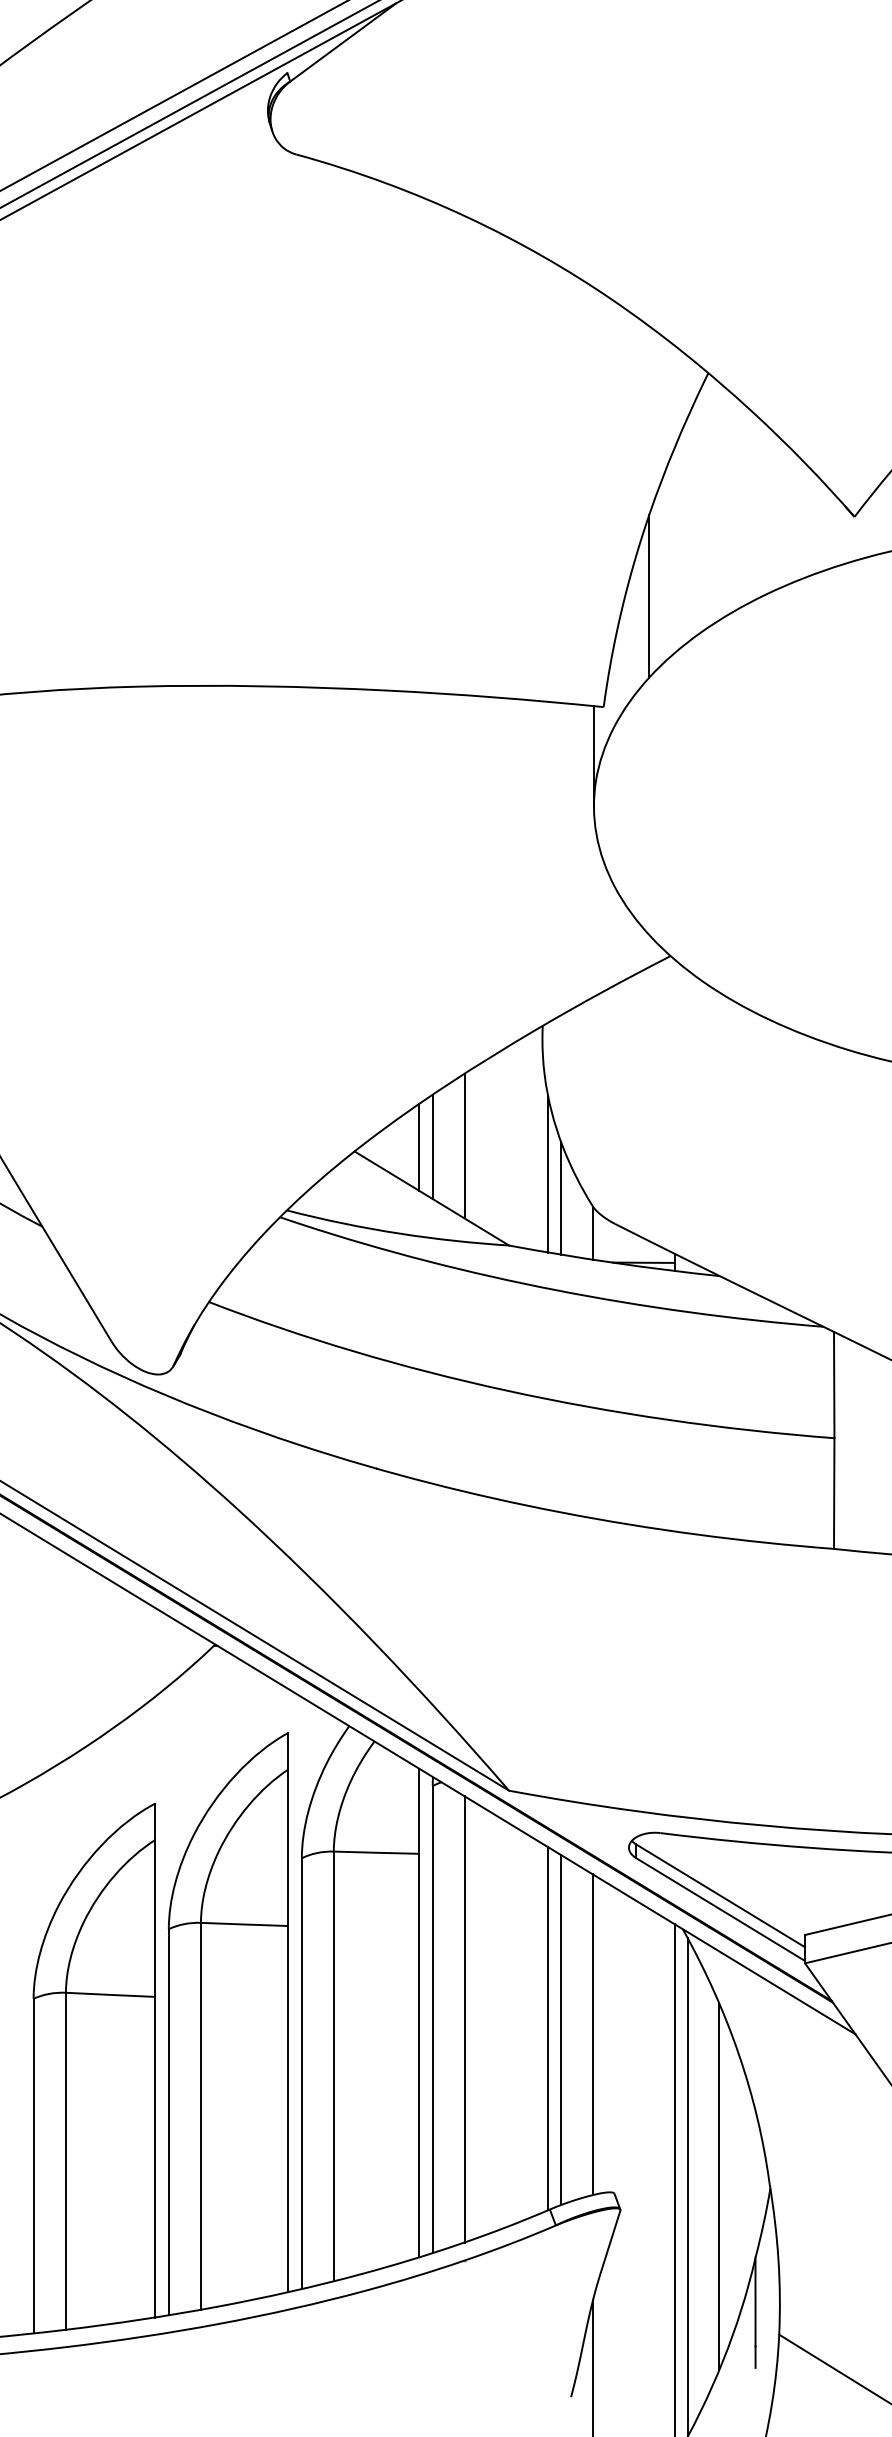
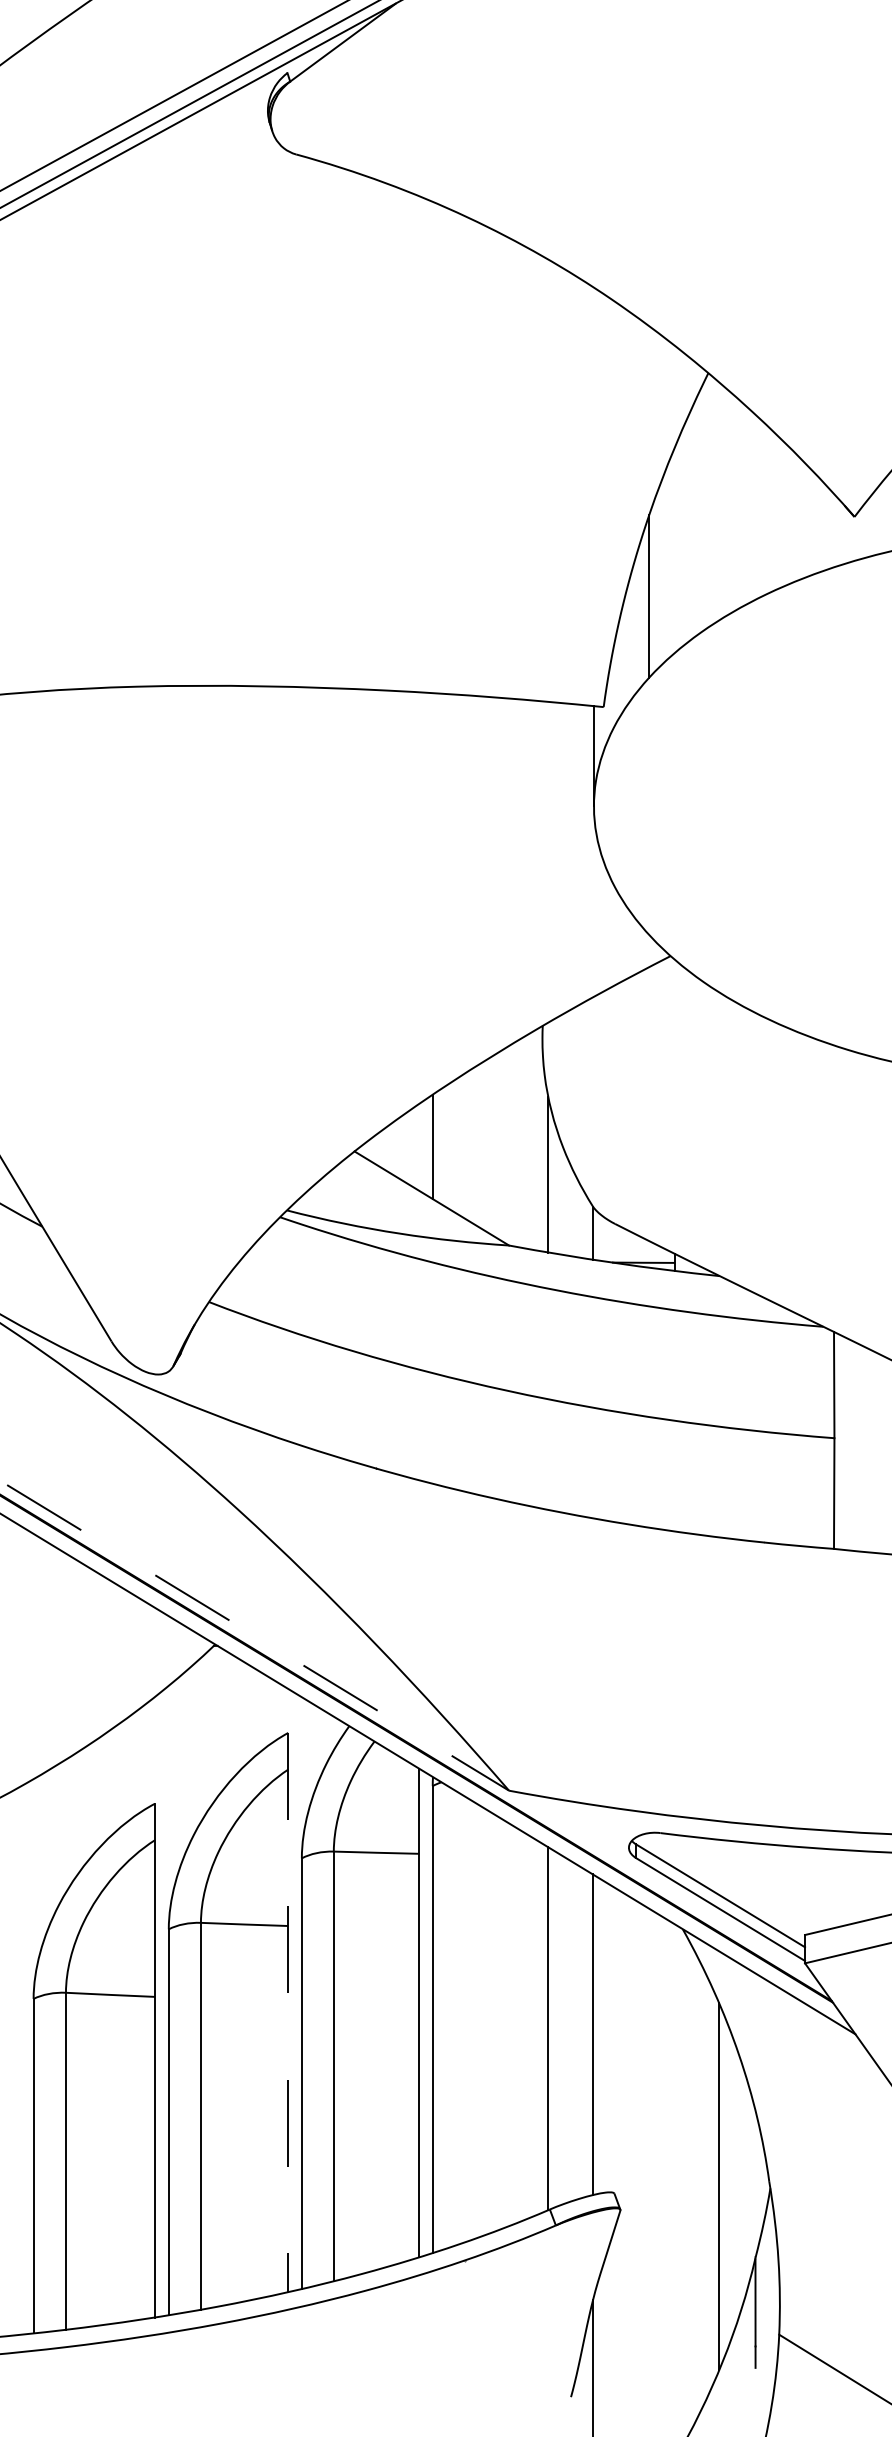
line at (464, 1145): present -> none
line at (419, 1146): present -> none
line at (561, 1198): present -> none
line at (254, 1635): solid -> dashed
line at (288, 2012): solid -> dashed
line at (464, 2019): present -> none
line at (561, 2029): present -> none
line at (675, 2178): present -> none
line at (687, 2185): present -> none
